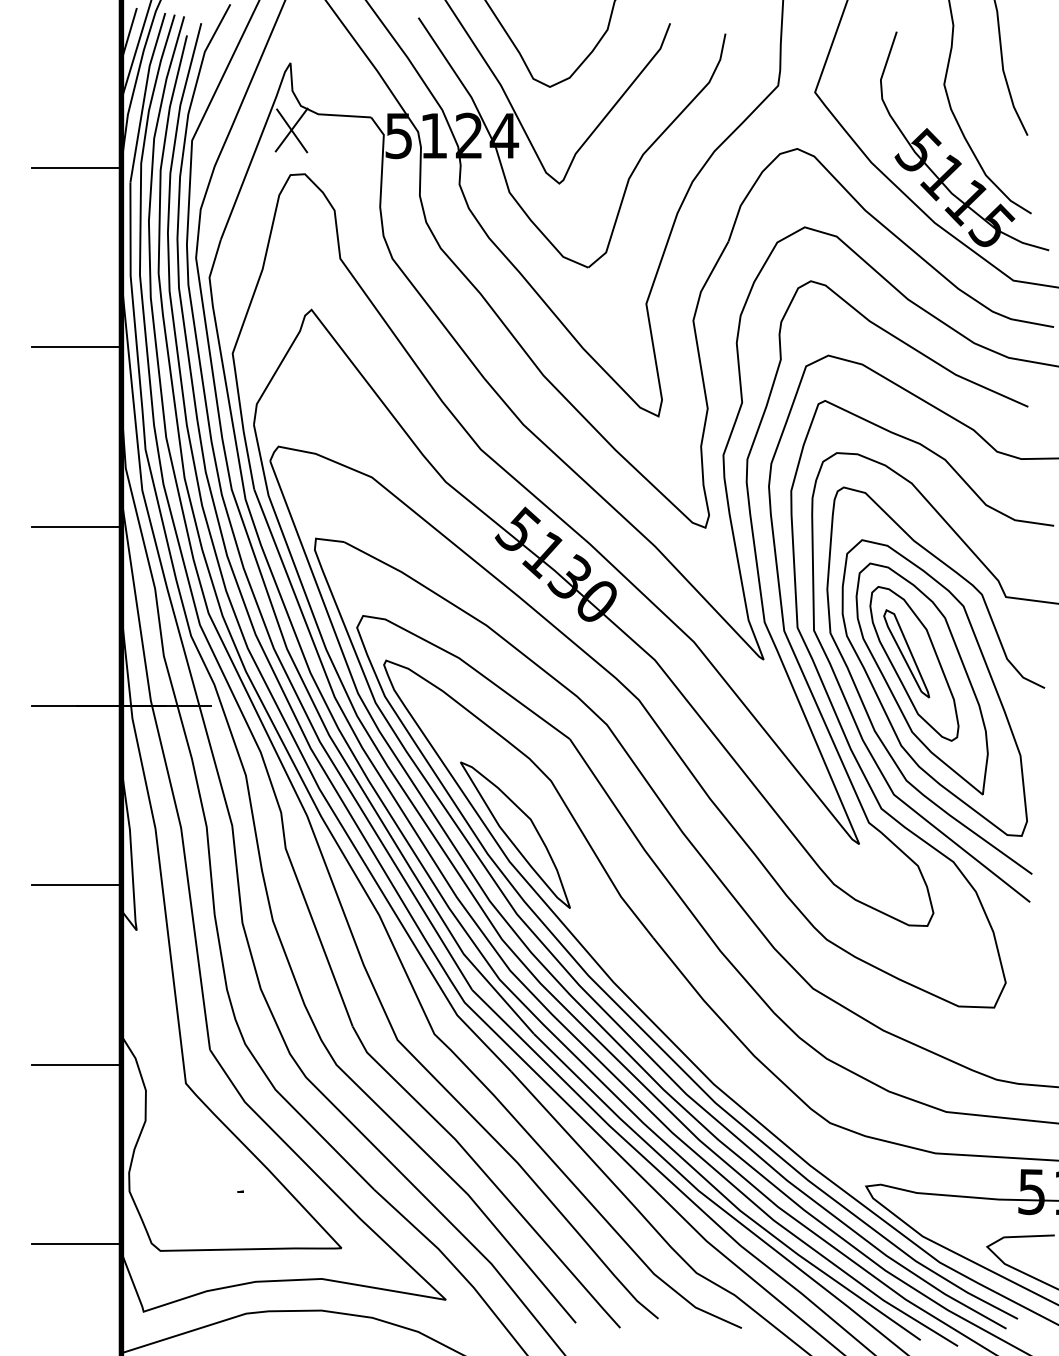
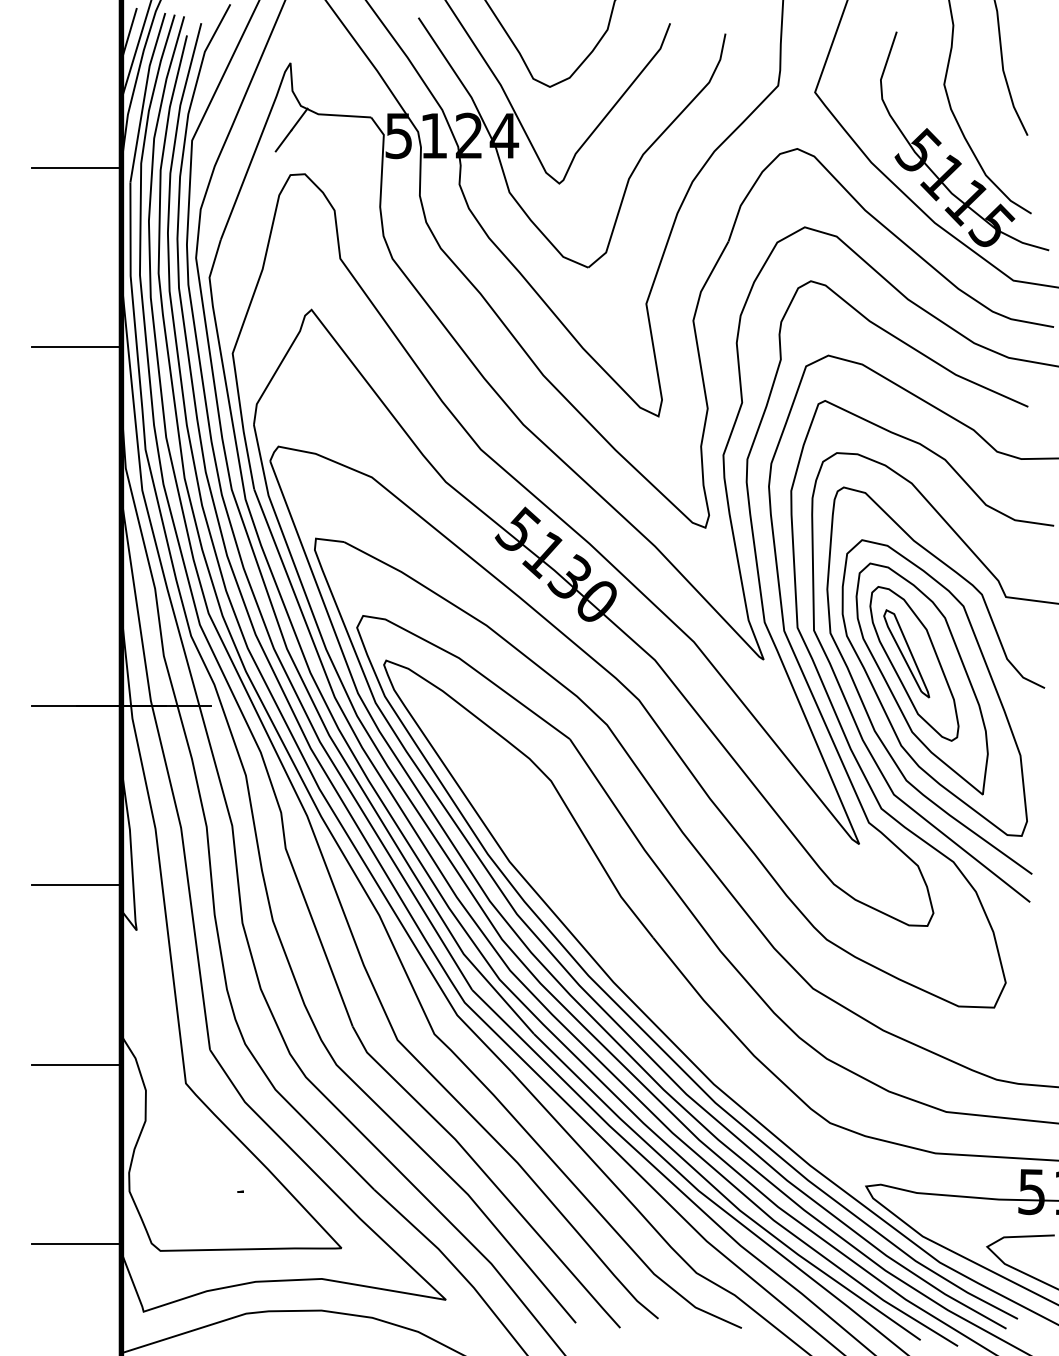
line at (292, 130): present -> none
line at (76, 526): present -> none
part at (515, 834): present -> none
